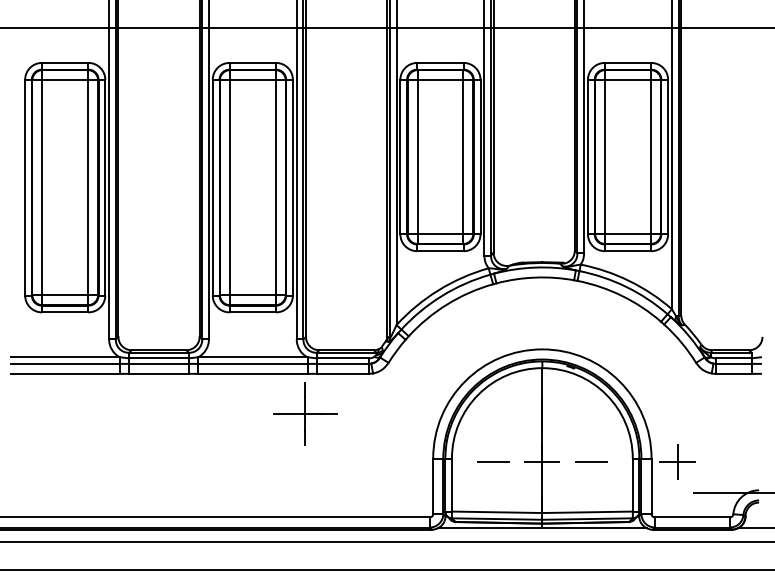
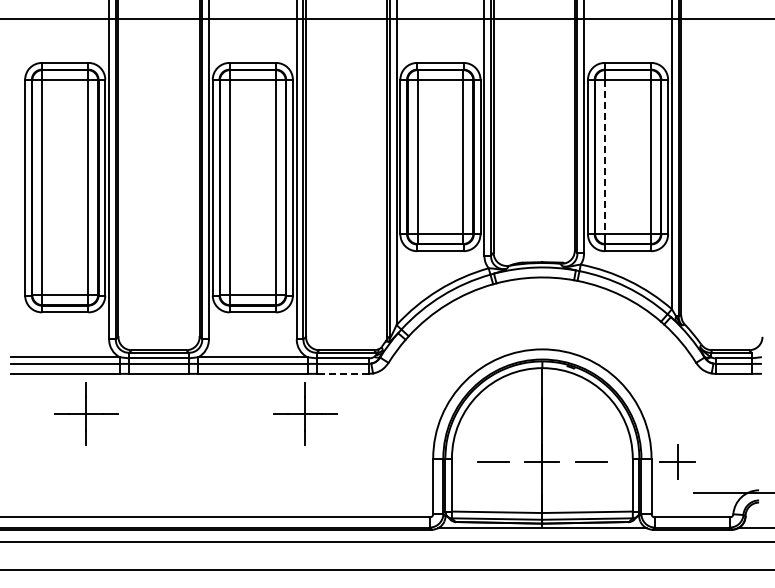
line at (386, 28) position: (386, 28) -> (386, 19)
line at (605, 157): solid -> dashed
line at (342, 373): solid -> dashed
part at (86, 413): none -> present
